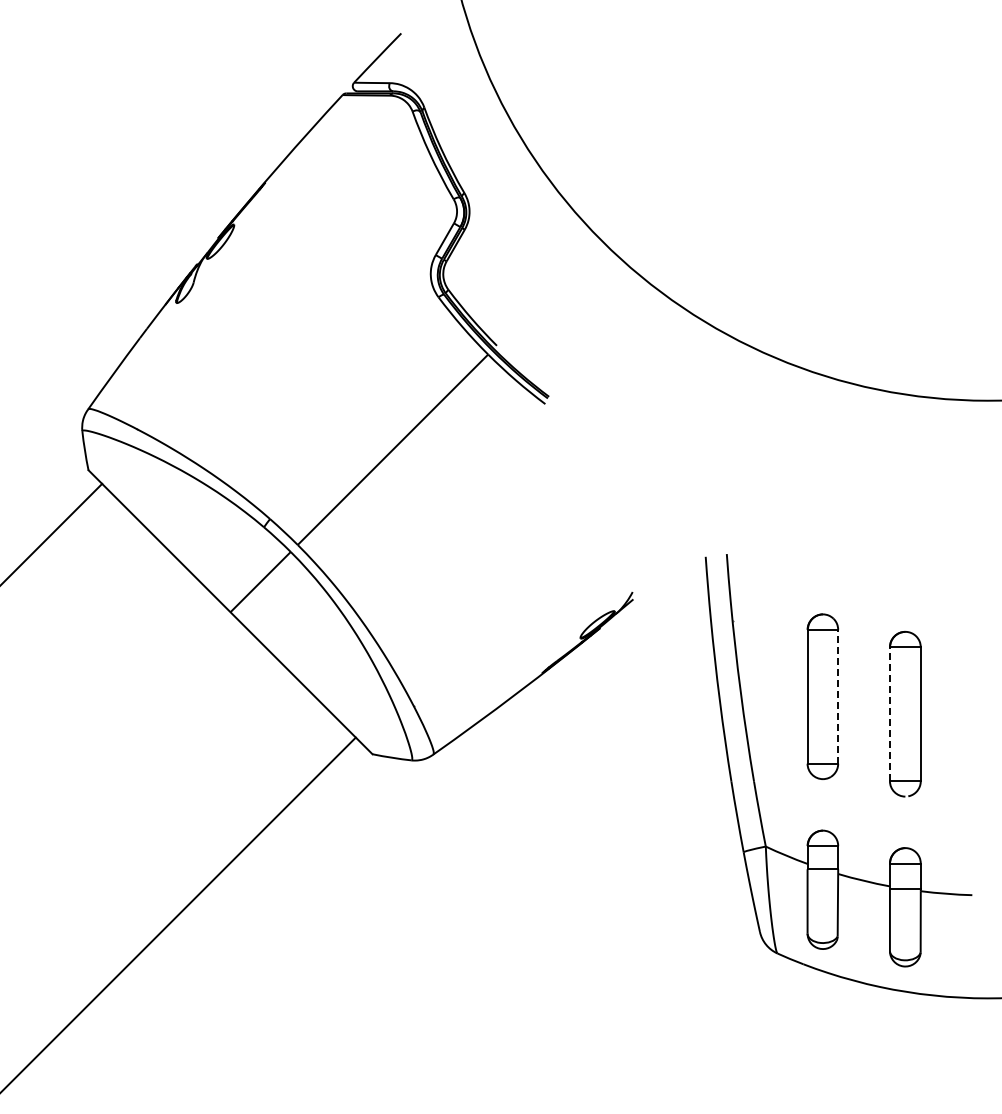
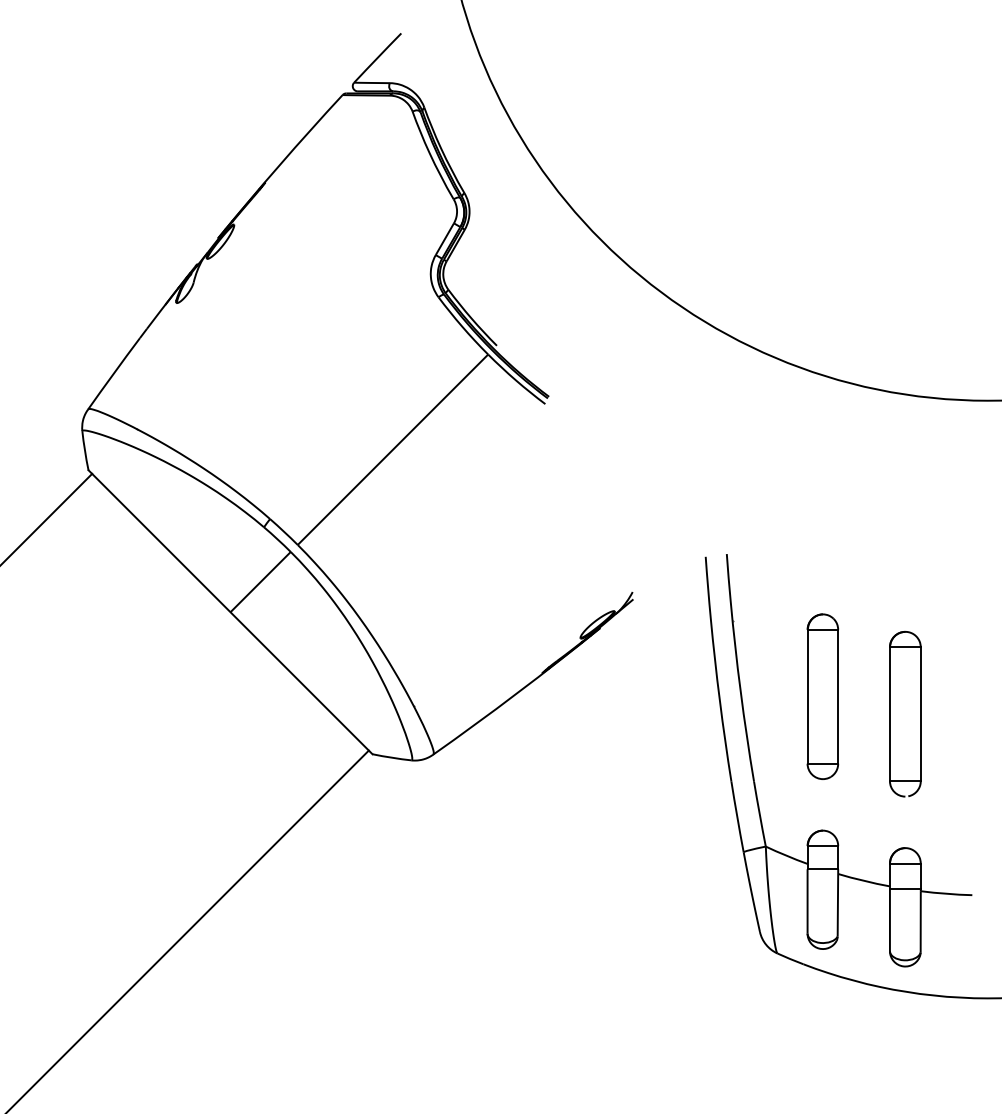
line at (52, 533) position: (52, 533) -> (47, 518)
line at (838, 696): dashed -> solid
line at (889, 714): dashed -> solid
line at (178, 914) position: (178, 914) -> (188, 930)
